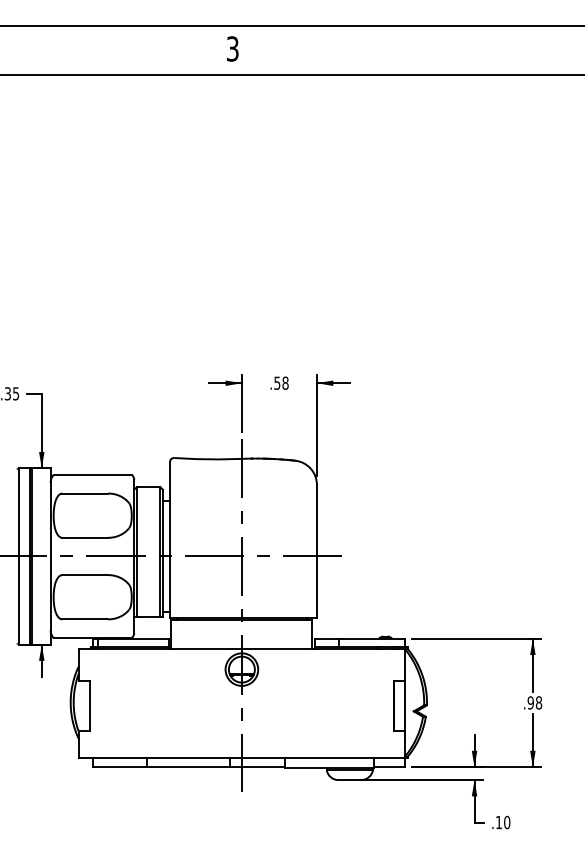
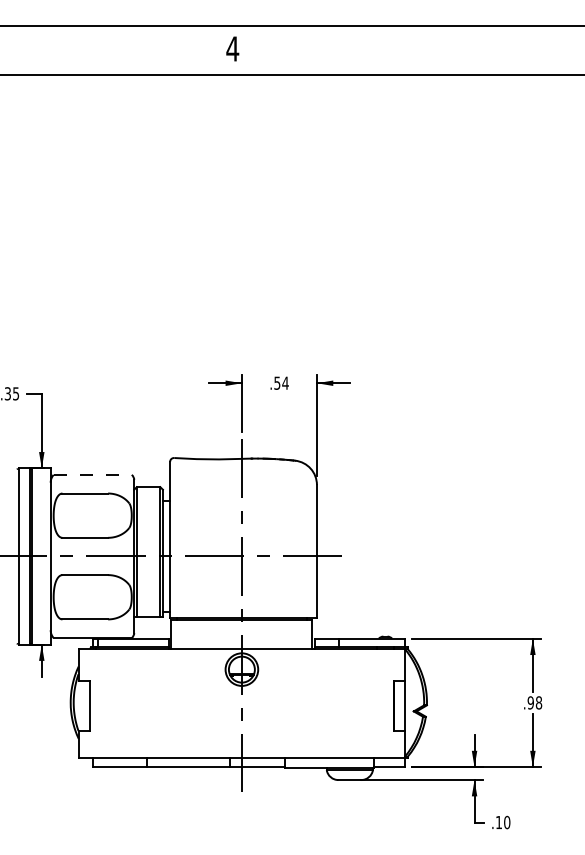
text at (232, 48): 3 -> 4
text at (285, 382): .58 -> .54
line at (93, 474): solid -> dashed
